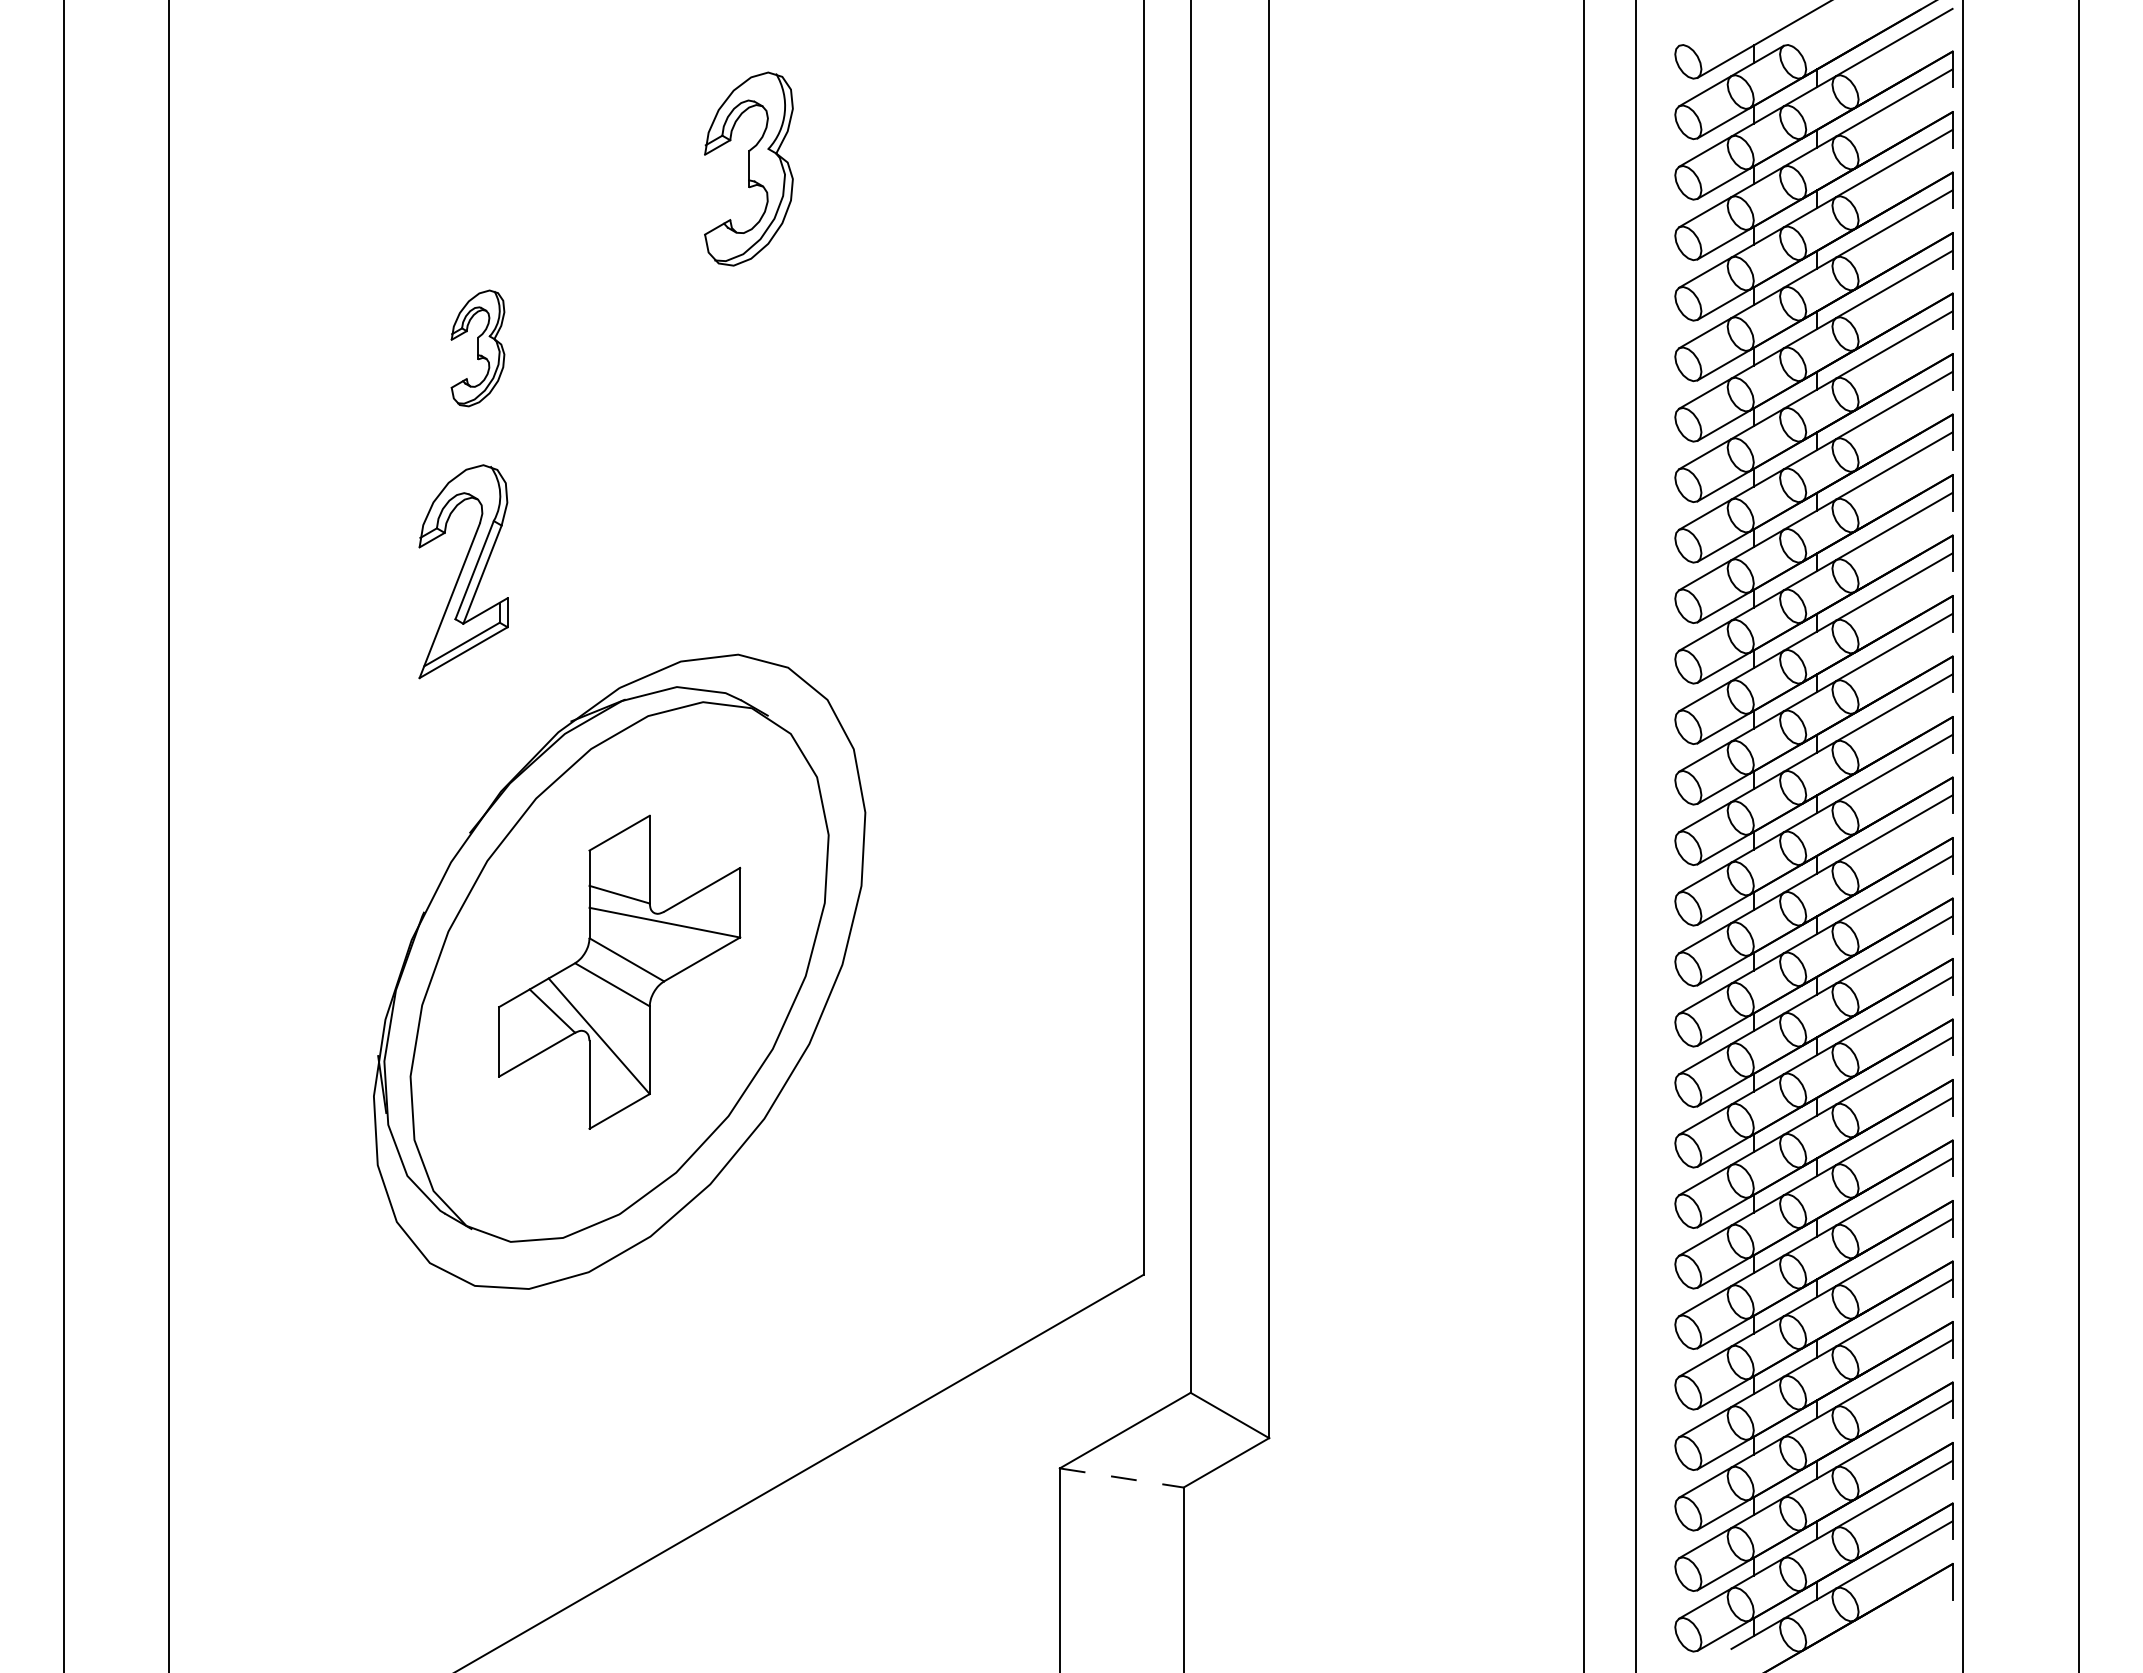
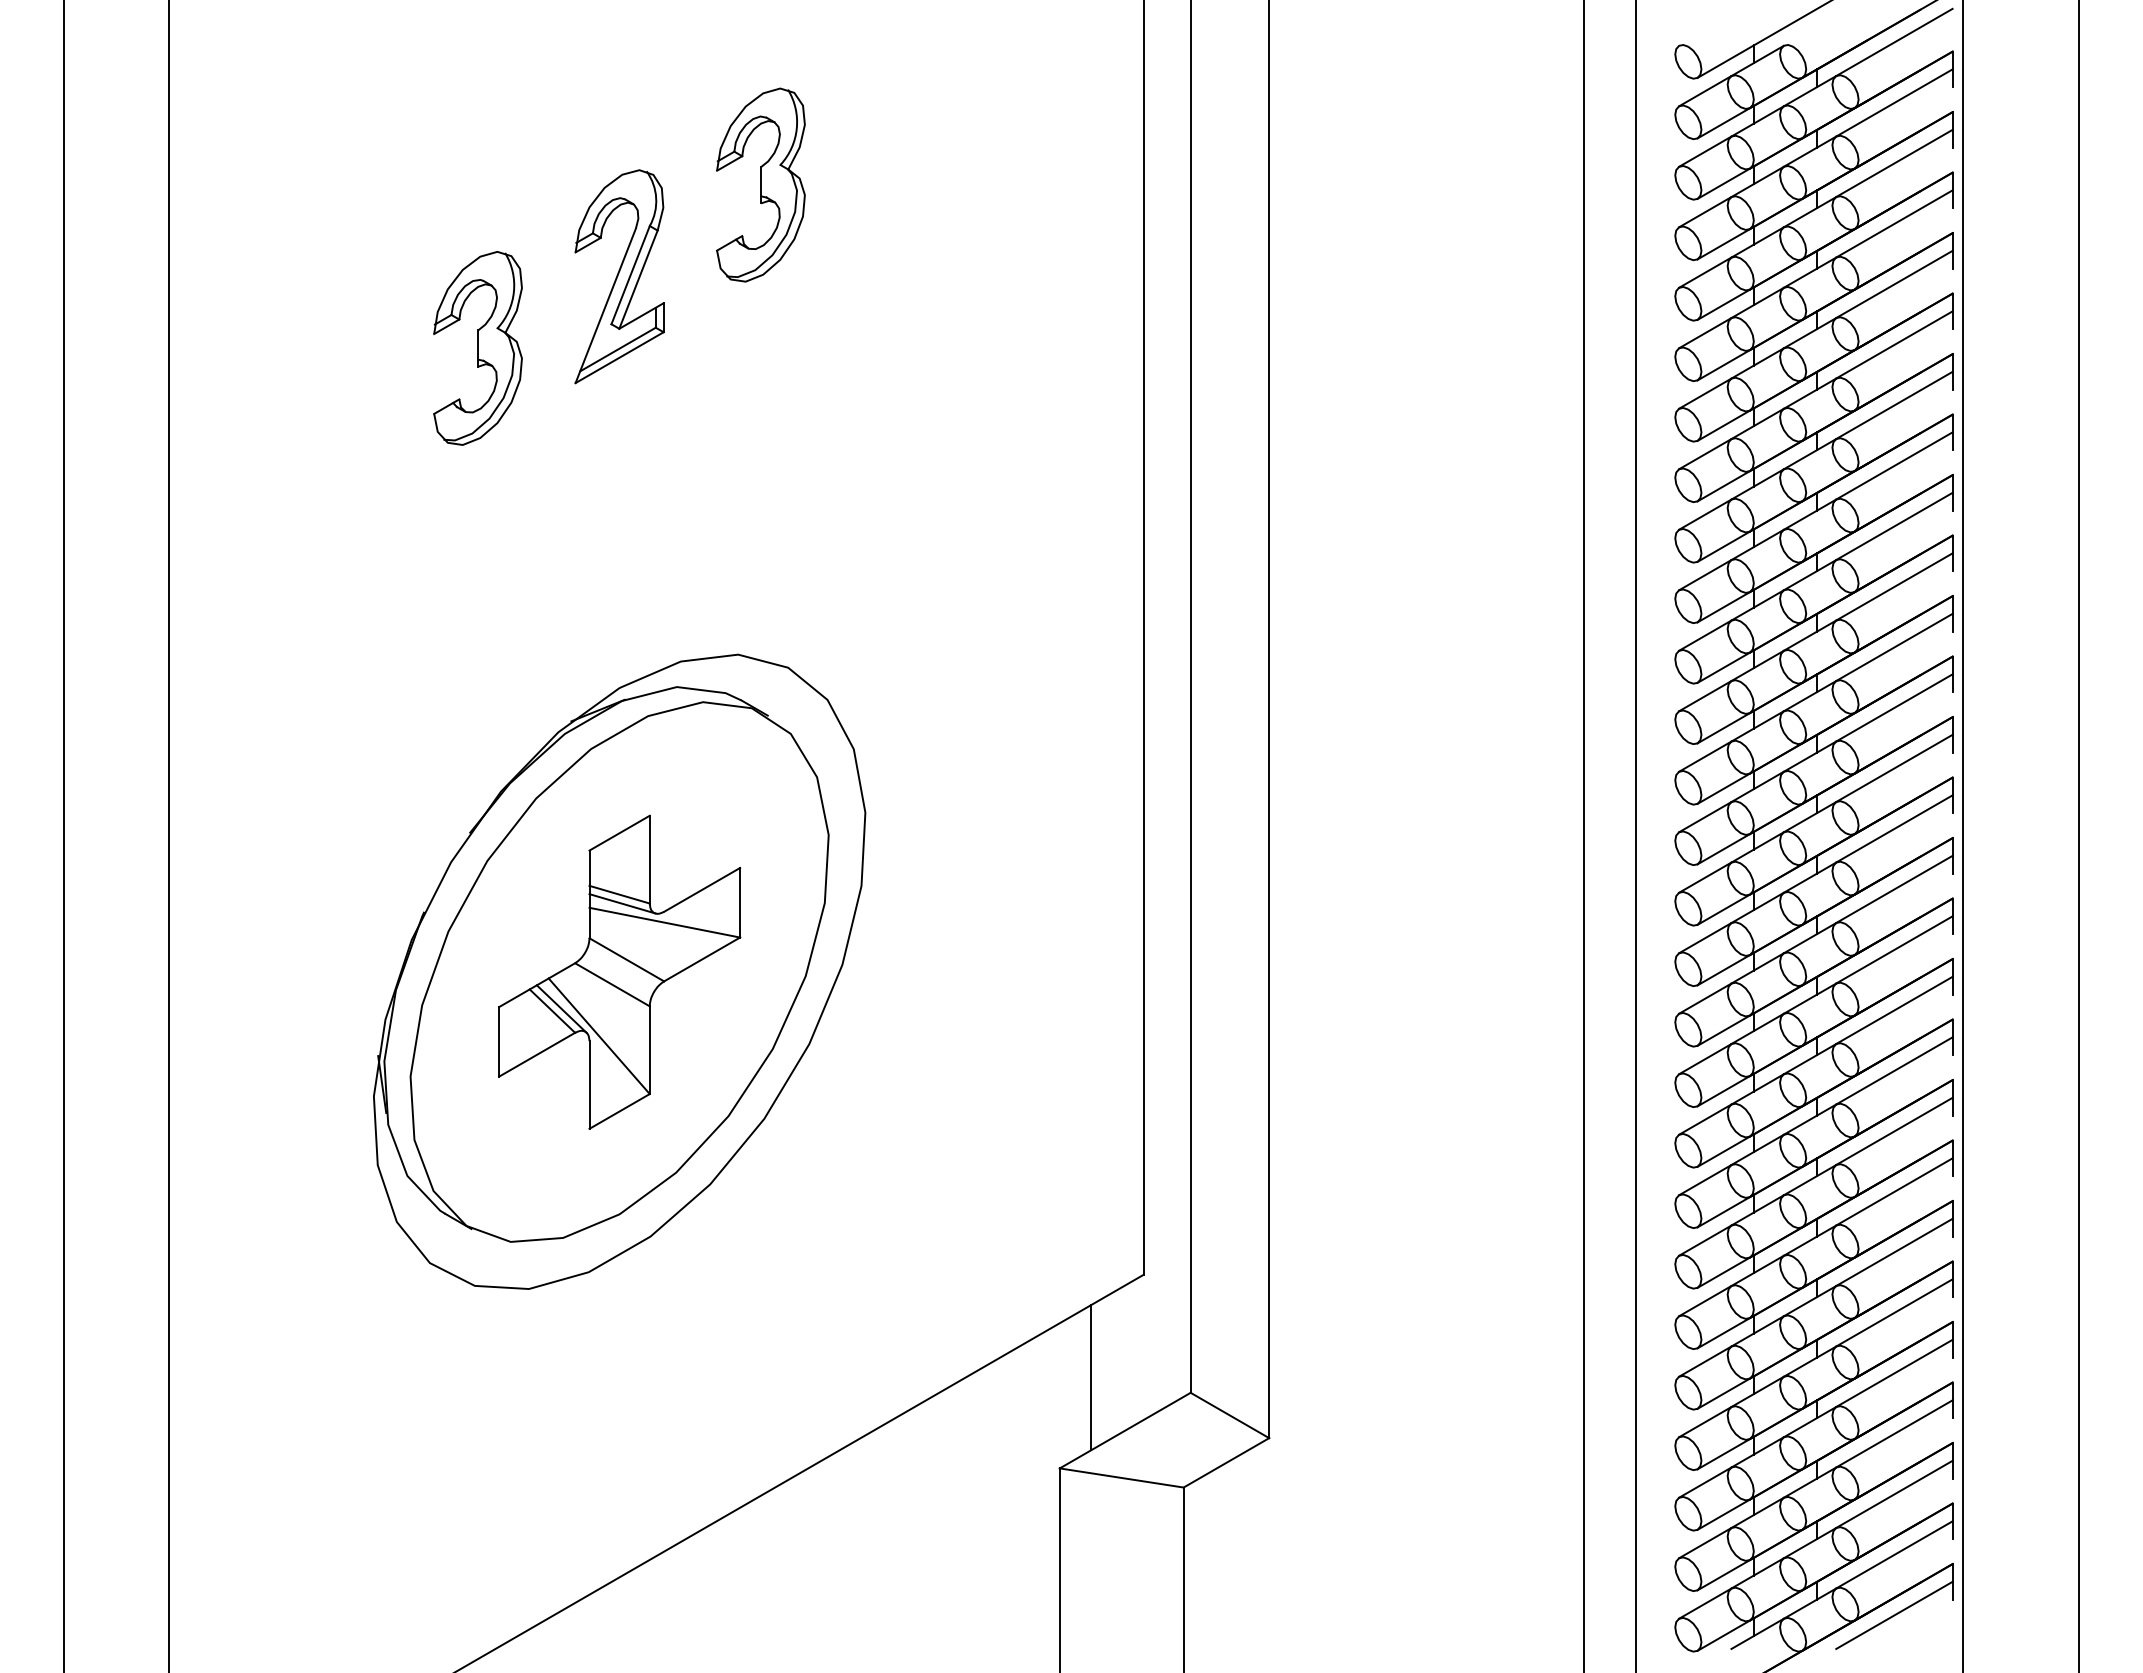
part at (748, 168) position: (748, 168) -> (760, 184)
part at (477, 348) size: 56x119 px -> 90x195 px
part at (463, 571) position: (463, 571) -> (619, 276)
line at (622, 903): none -> present
line at (561, 1008): none -> present
line at (1091, 1377): none -> present
line at (1121, 1477): dashed -> solid
line at (1894, 1614): none -> present
